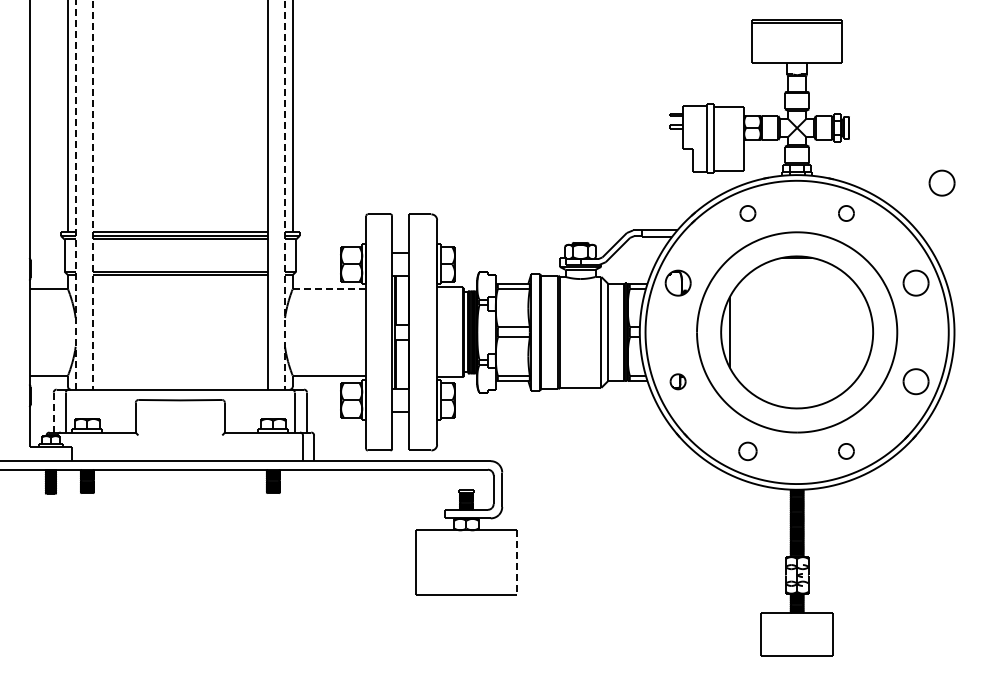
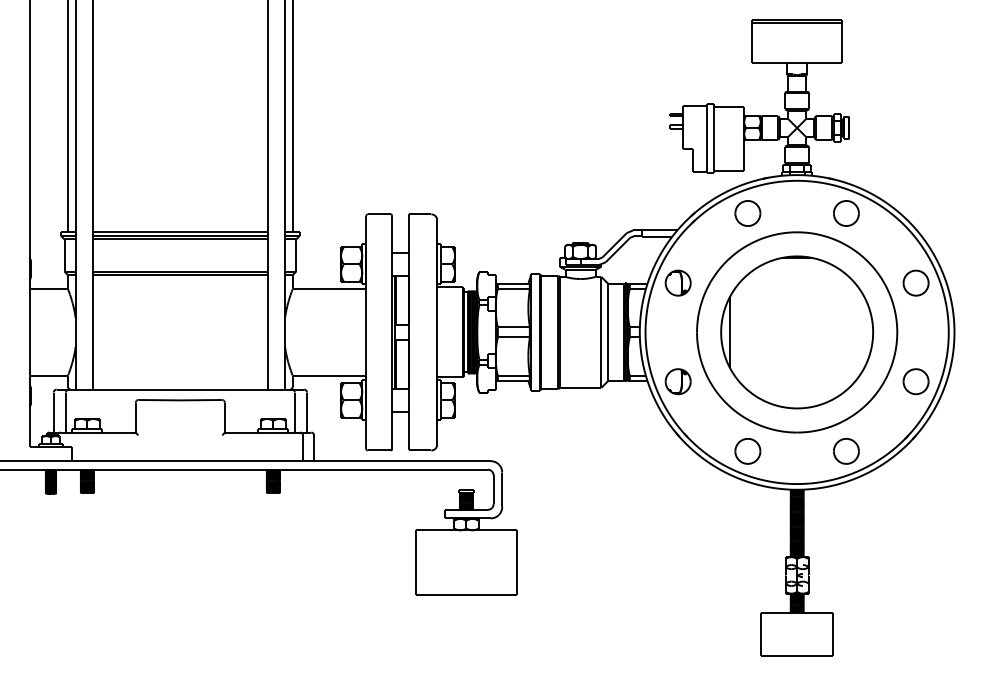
part at (941, 182): present -> none
line at (75, 194): dashed -> solid
line at (92, 195): dashed -> solid
line at (285, 195): dashed -> solid
part at (747, 213) size: 18x17 px -> 28x27 px
part at (846, 213) size: 17x17 px -> 27x27 px
line at (329, 289): dashed -> solid
part at (677, 381) size: 18x18 px -> 28x28 px
line at (53, 412): dashed -> solid
part at (747, 451) size: 20x21 px -> 28x27 px
part at (846, 451) size: 17x17 px -> 27x27 px
line at (516, 563): dashed -> solid
